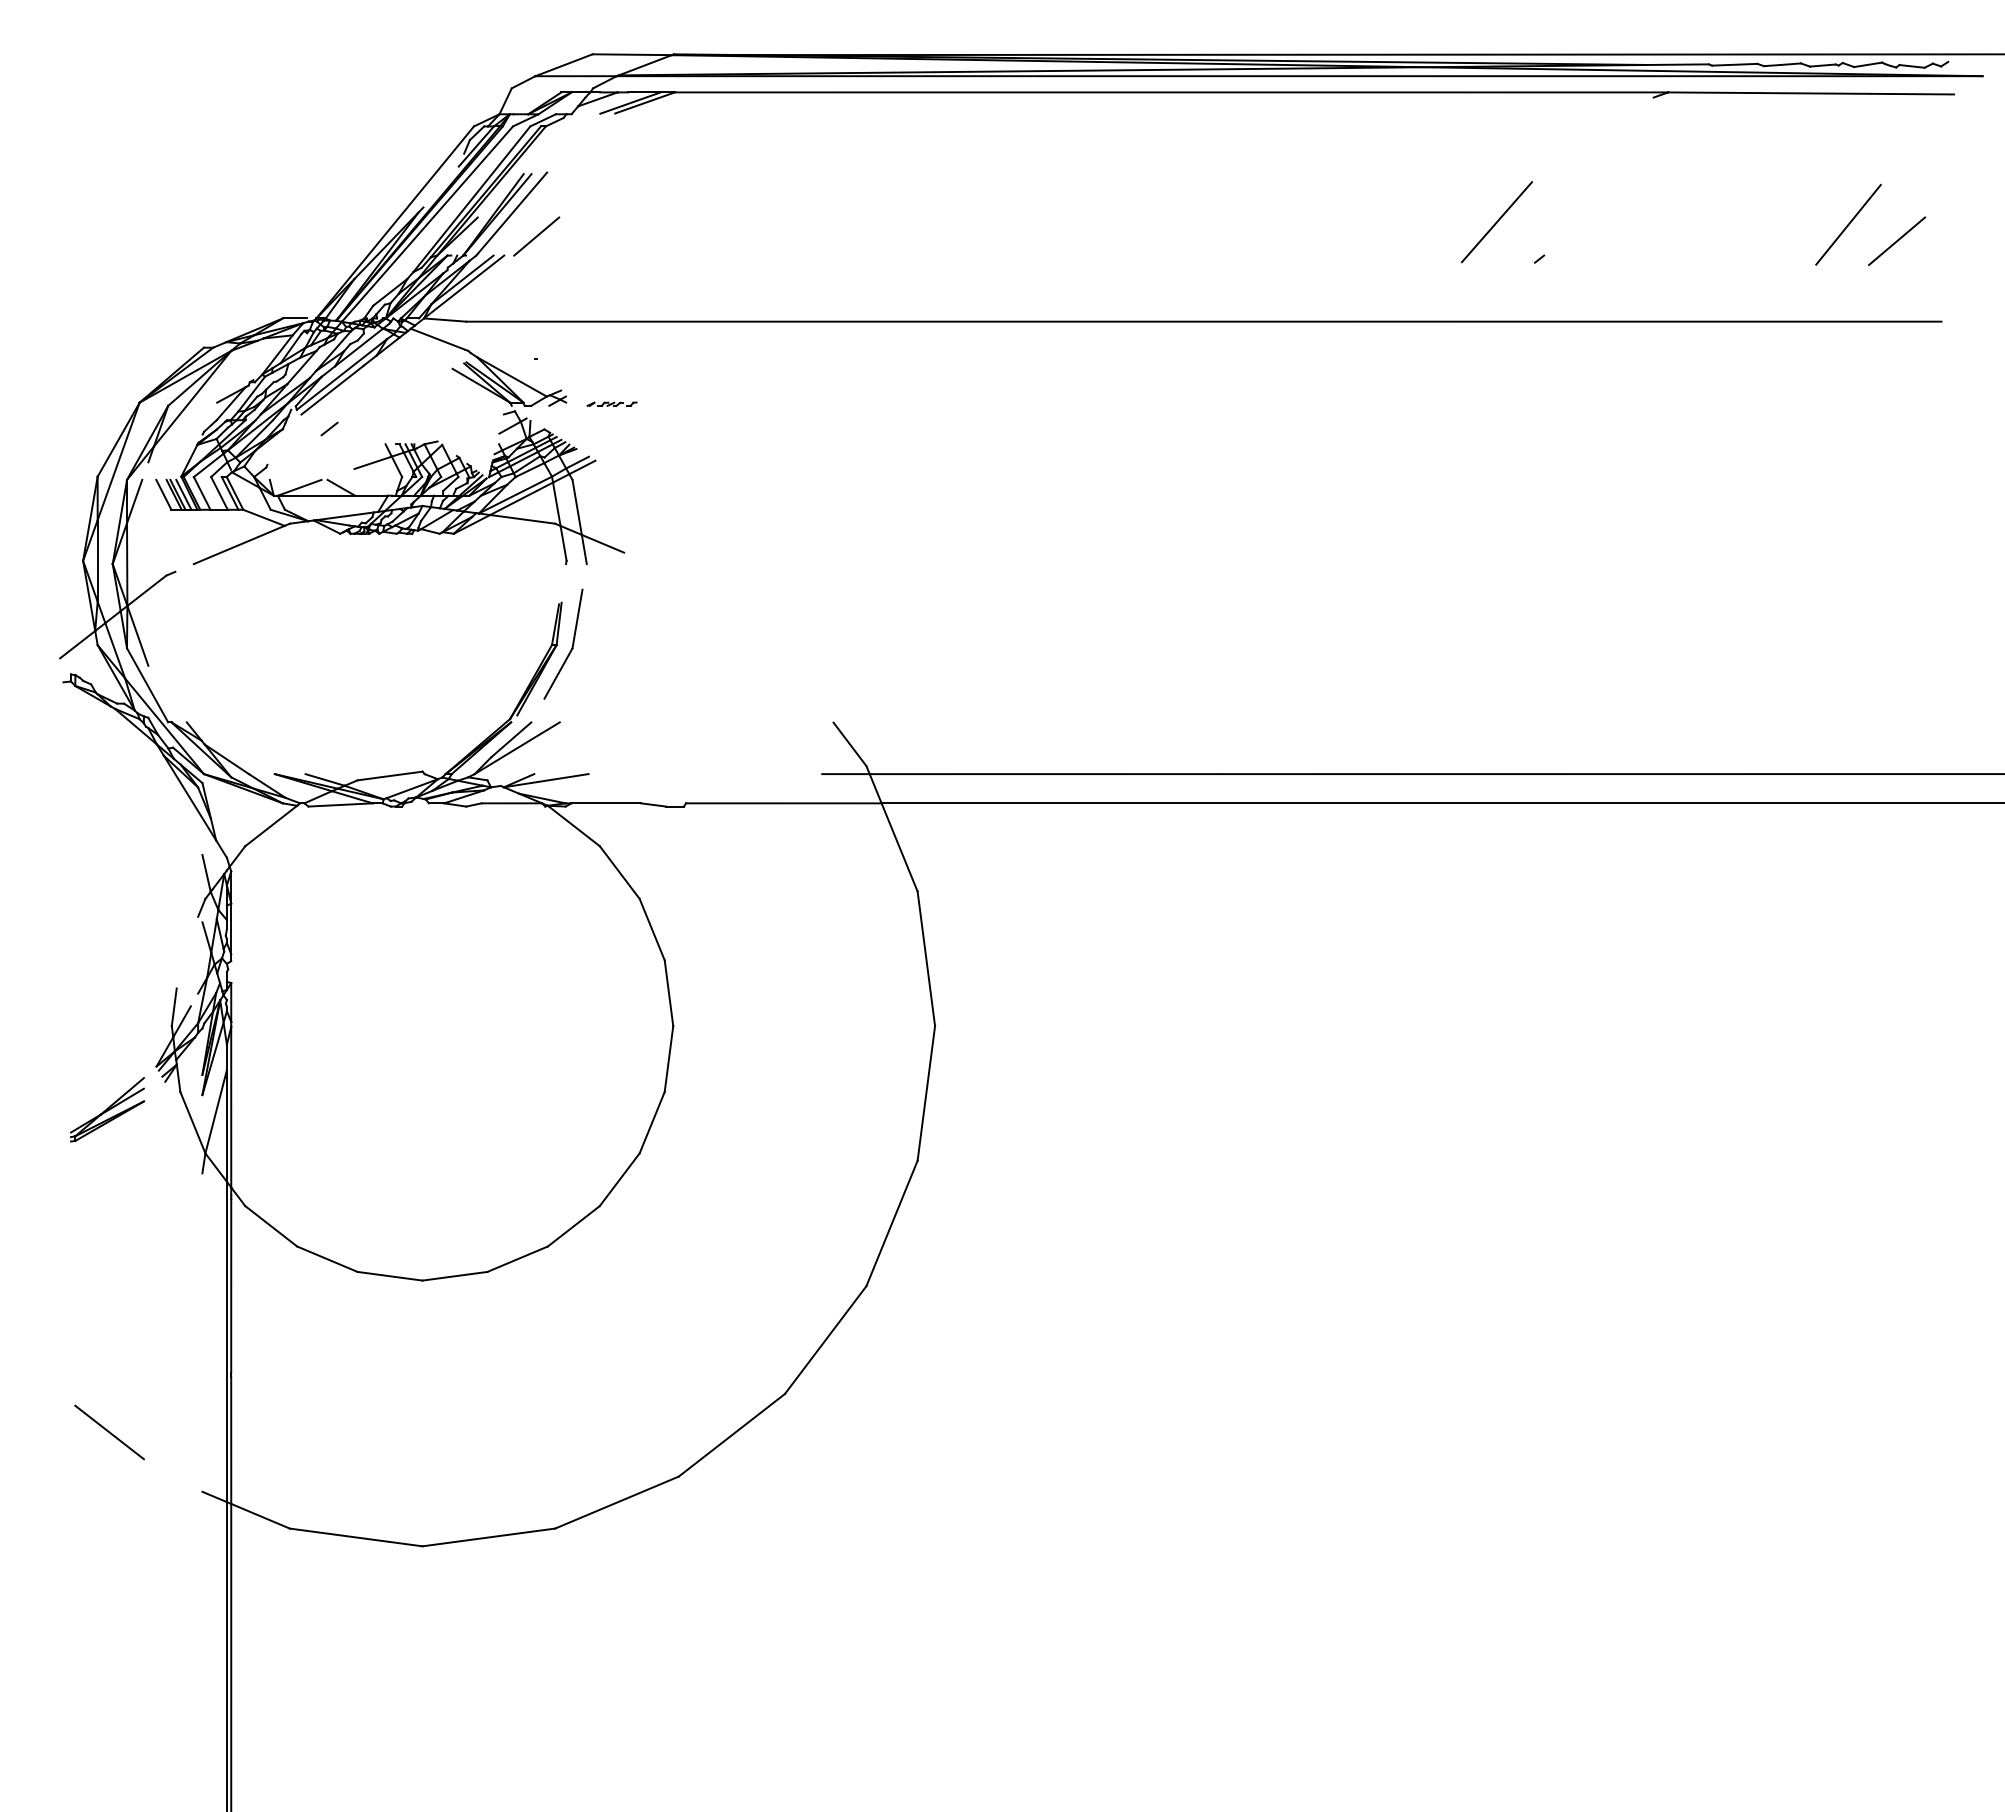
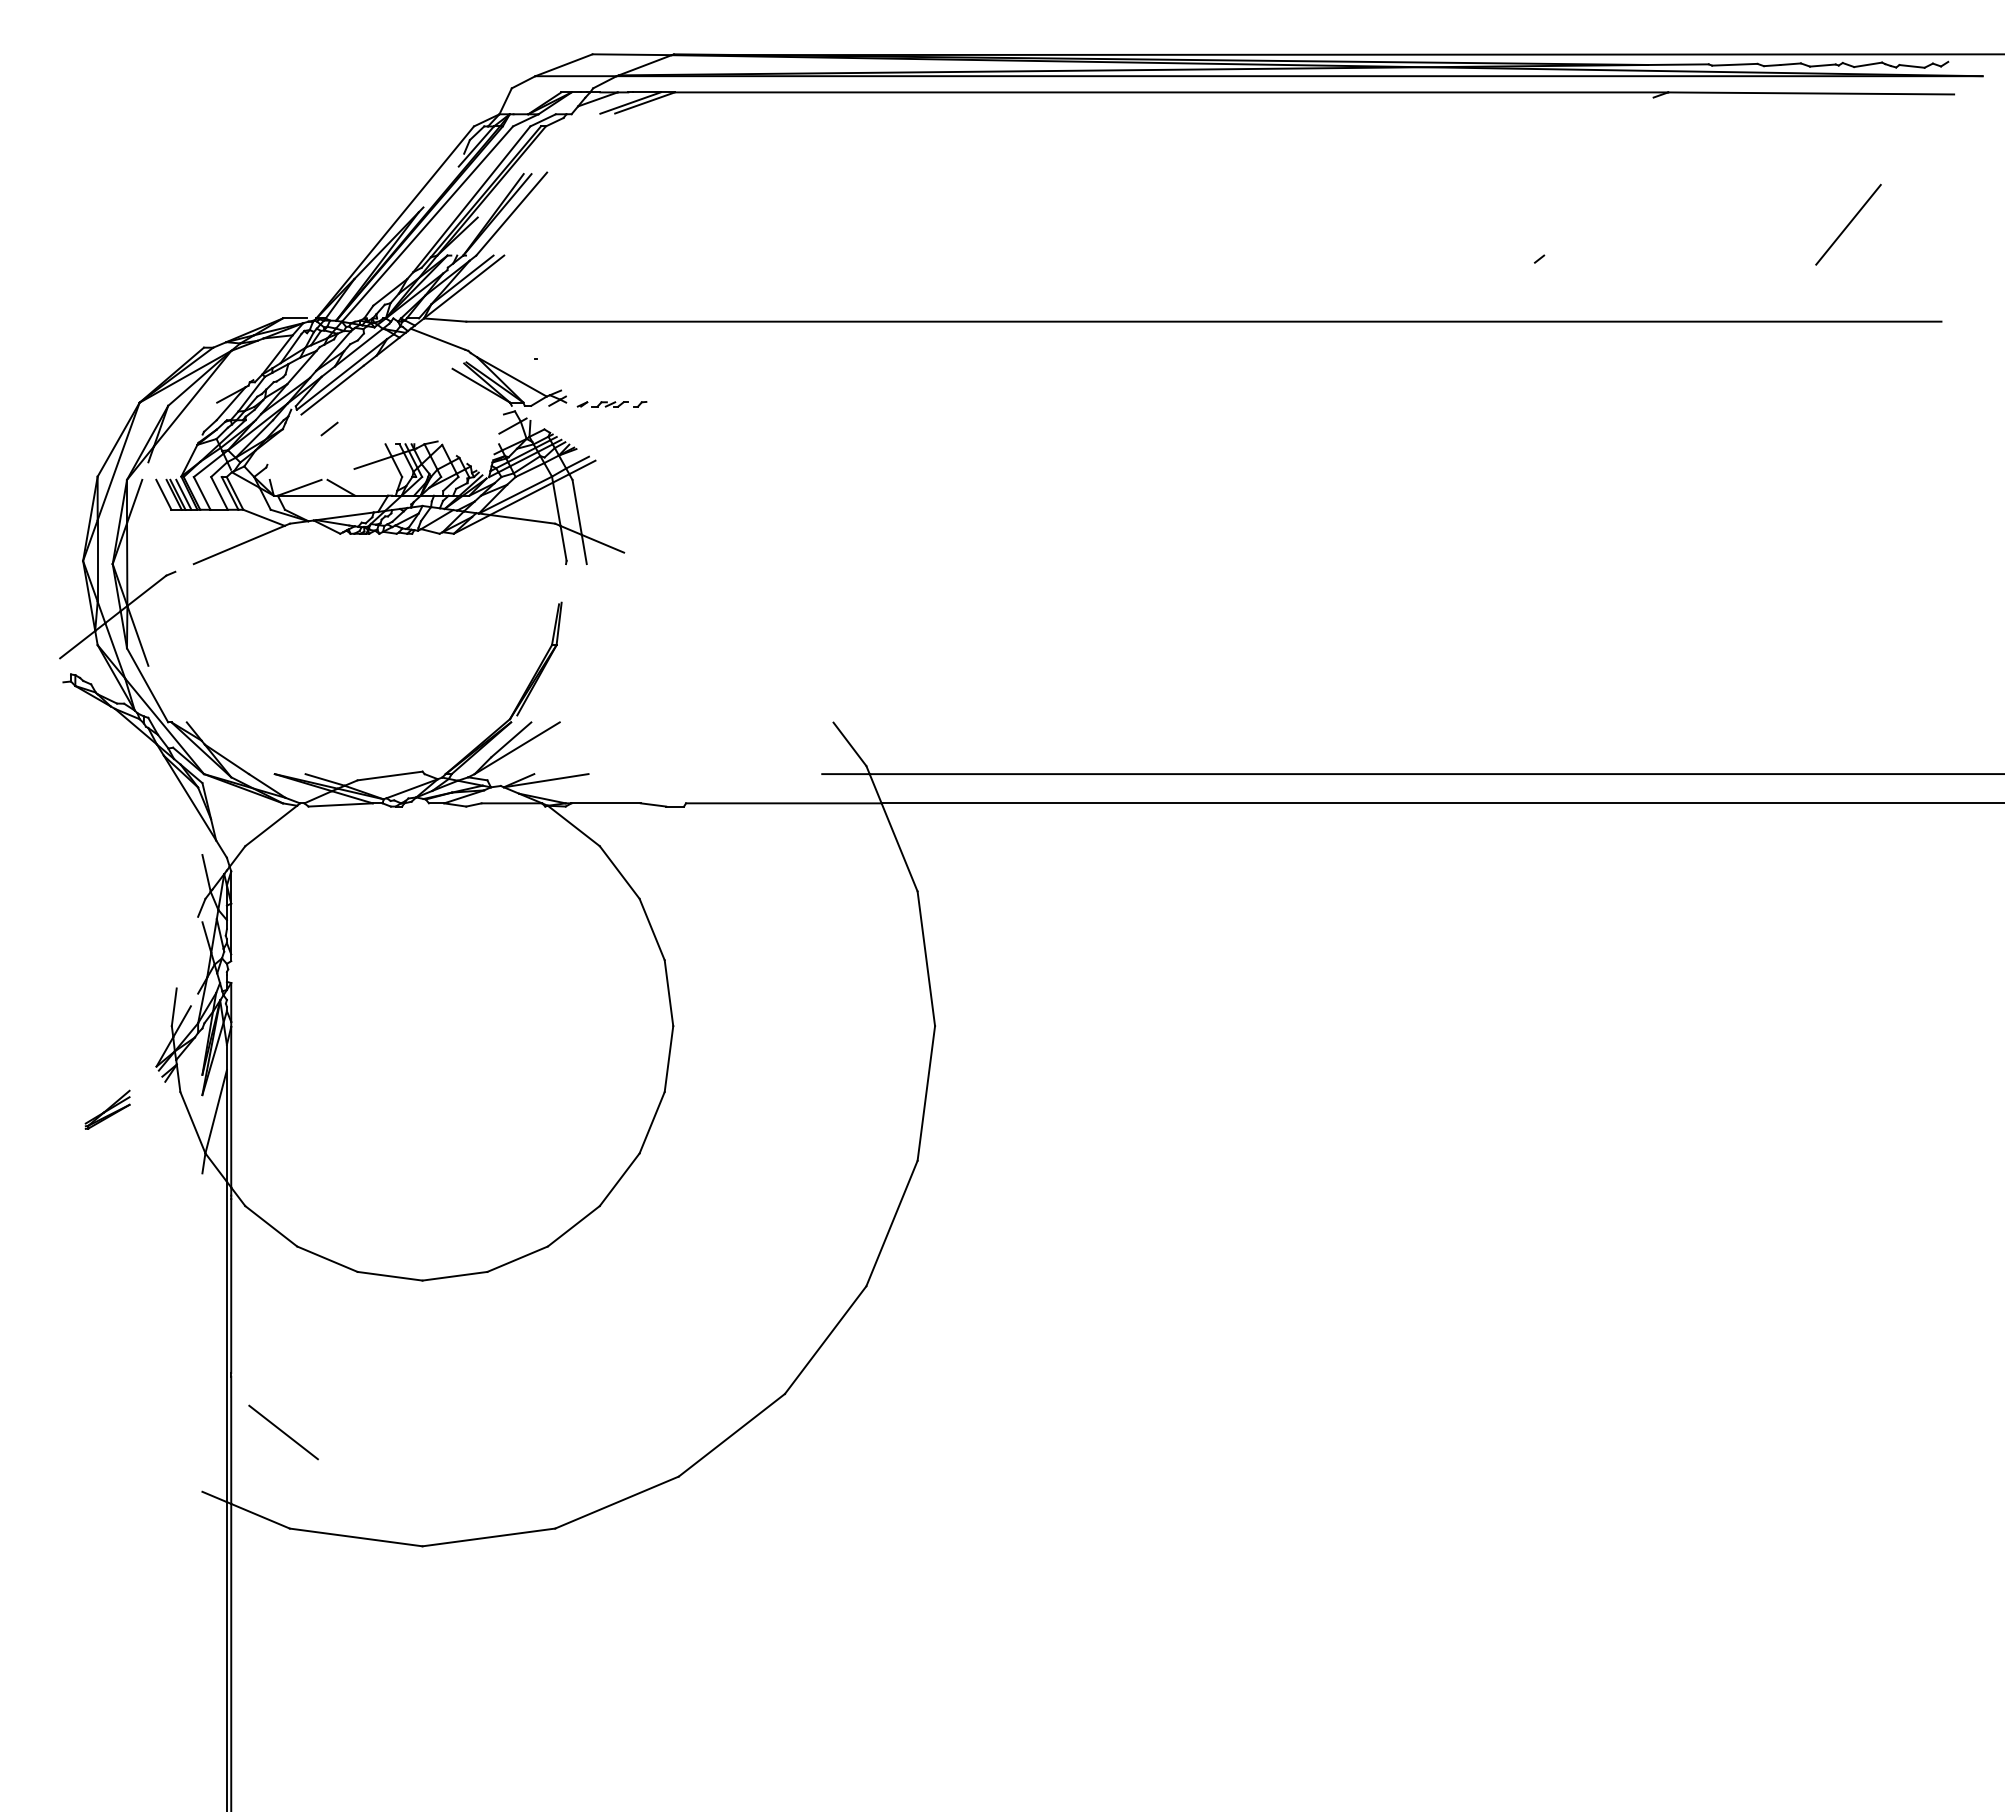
line at (1496, 222): present -> none
line at (536, 236): present -> none
line at (1897, 241): present -> none
part at (611, 403) size: 52x6 px -> 72x7 px
part at (571, 646): present -> none
part at (107, 1109) size: 76x66 px -> 47x41 px
line at (109, 1432) position: (109, 1432) -> (283, 1432)
